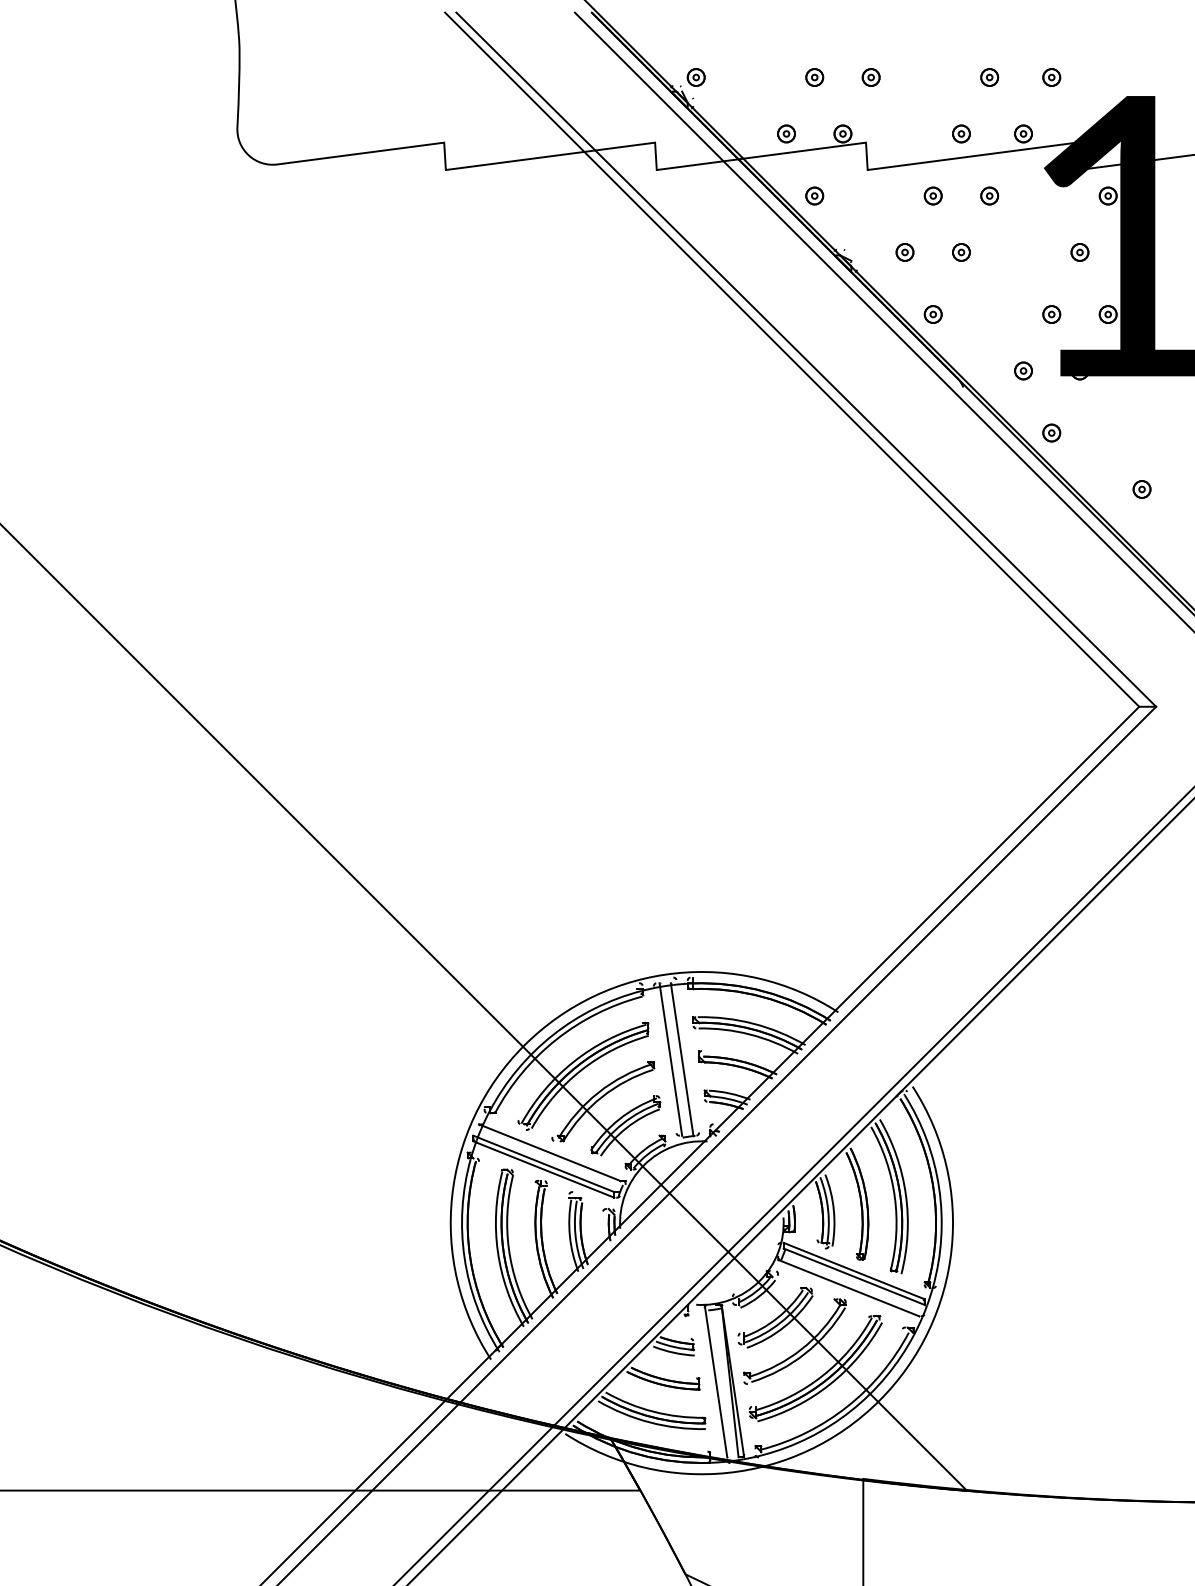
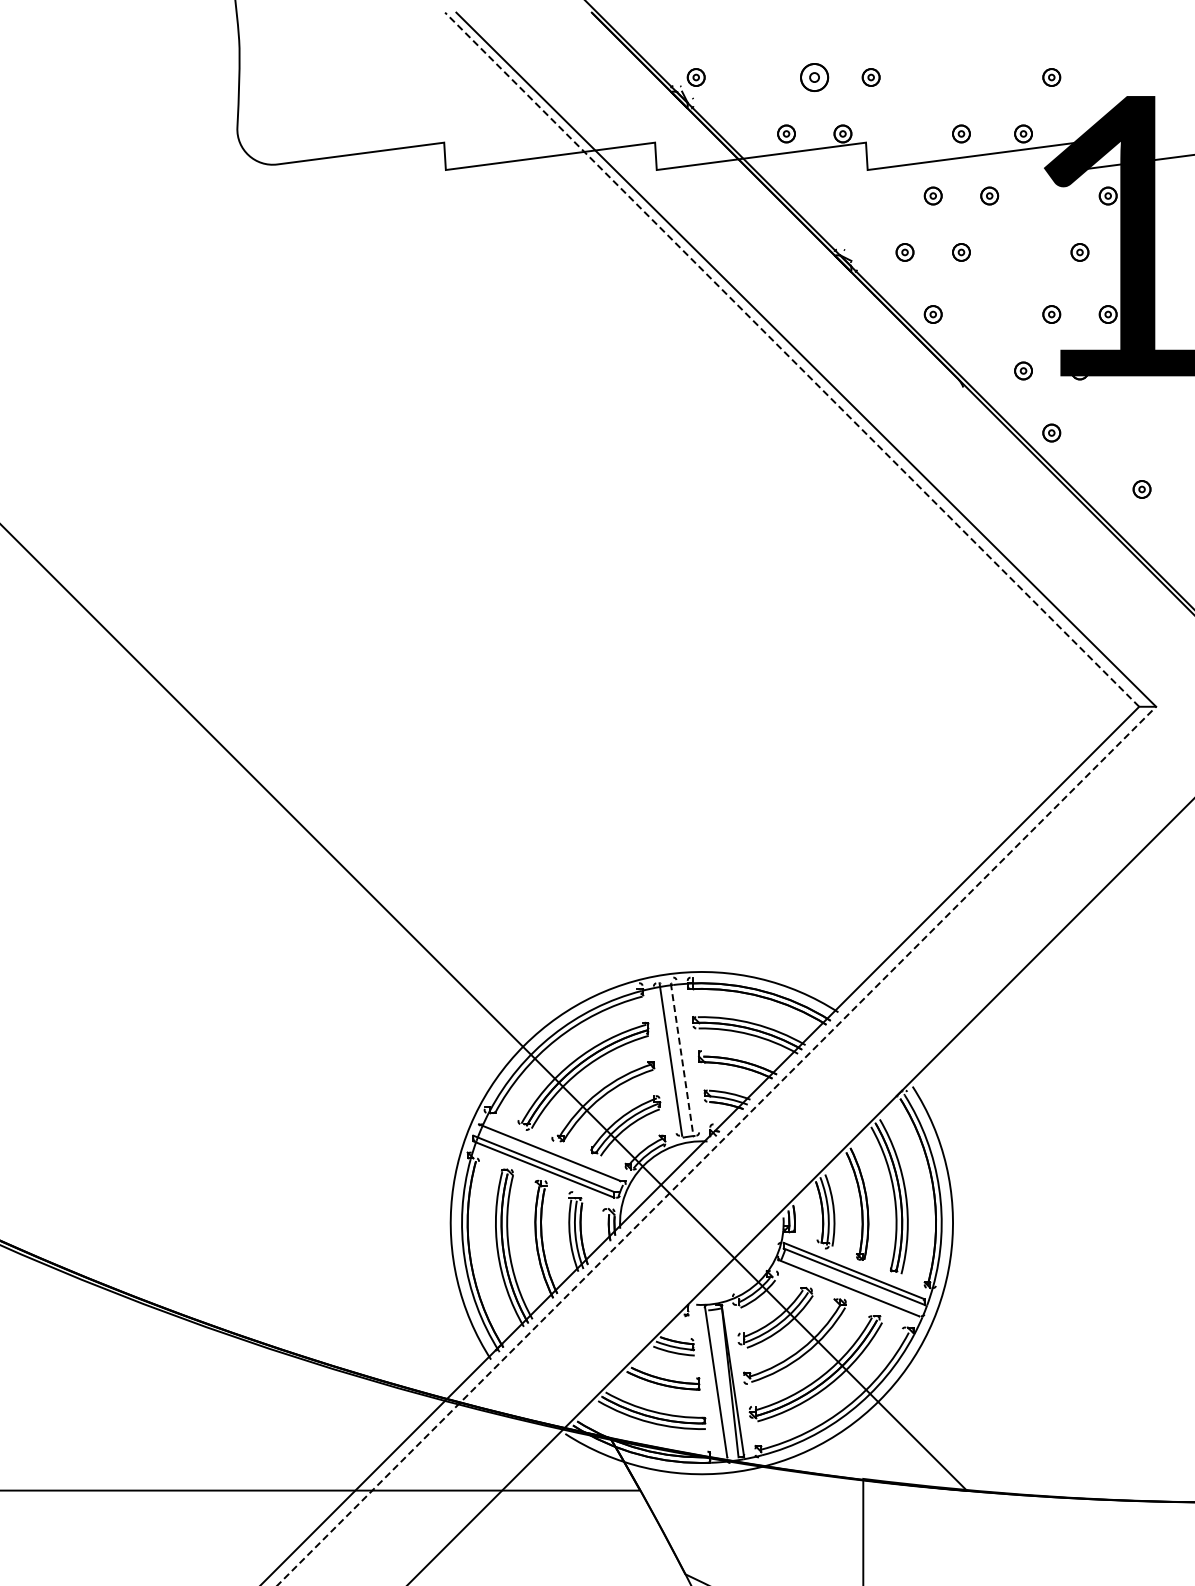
part at (814, 77) size: 20x19 px -> 30x29 px
part at (989, 77): present -> none
part at (814, 195): present -> none
line at (882, 320): present -> none
line at (792, 359): solid -> dashed
line at (682, 1059): solid -> dashed
line at (717, 1145): solid -> dashed
line at (793, 1186): present -> none
